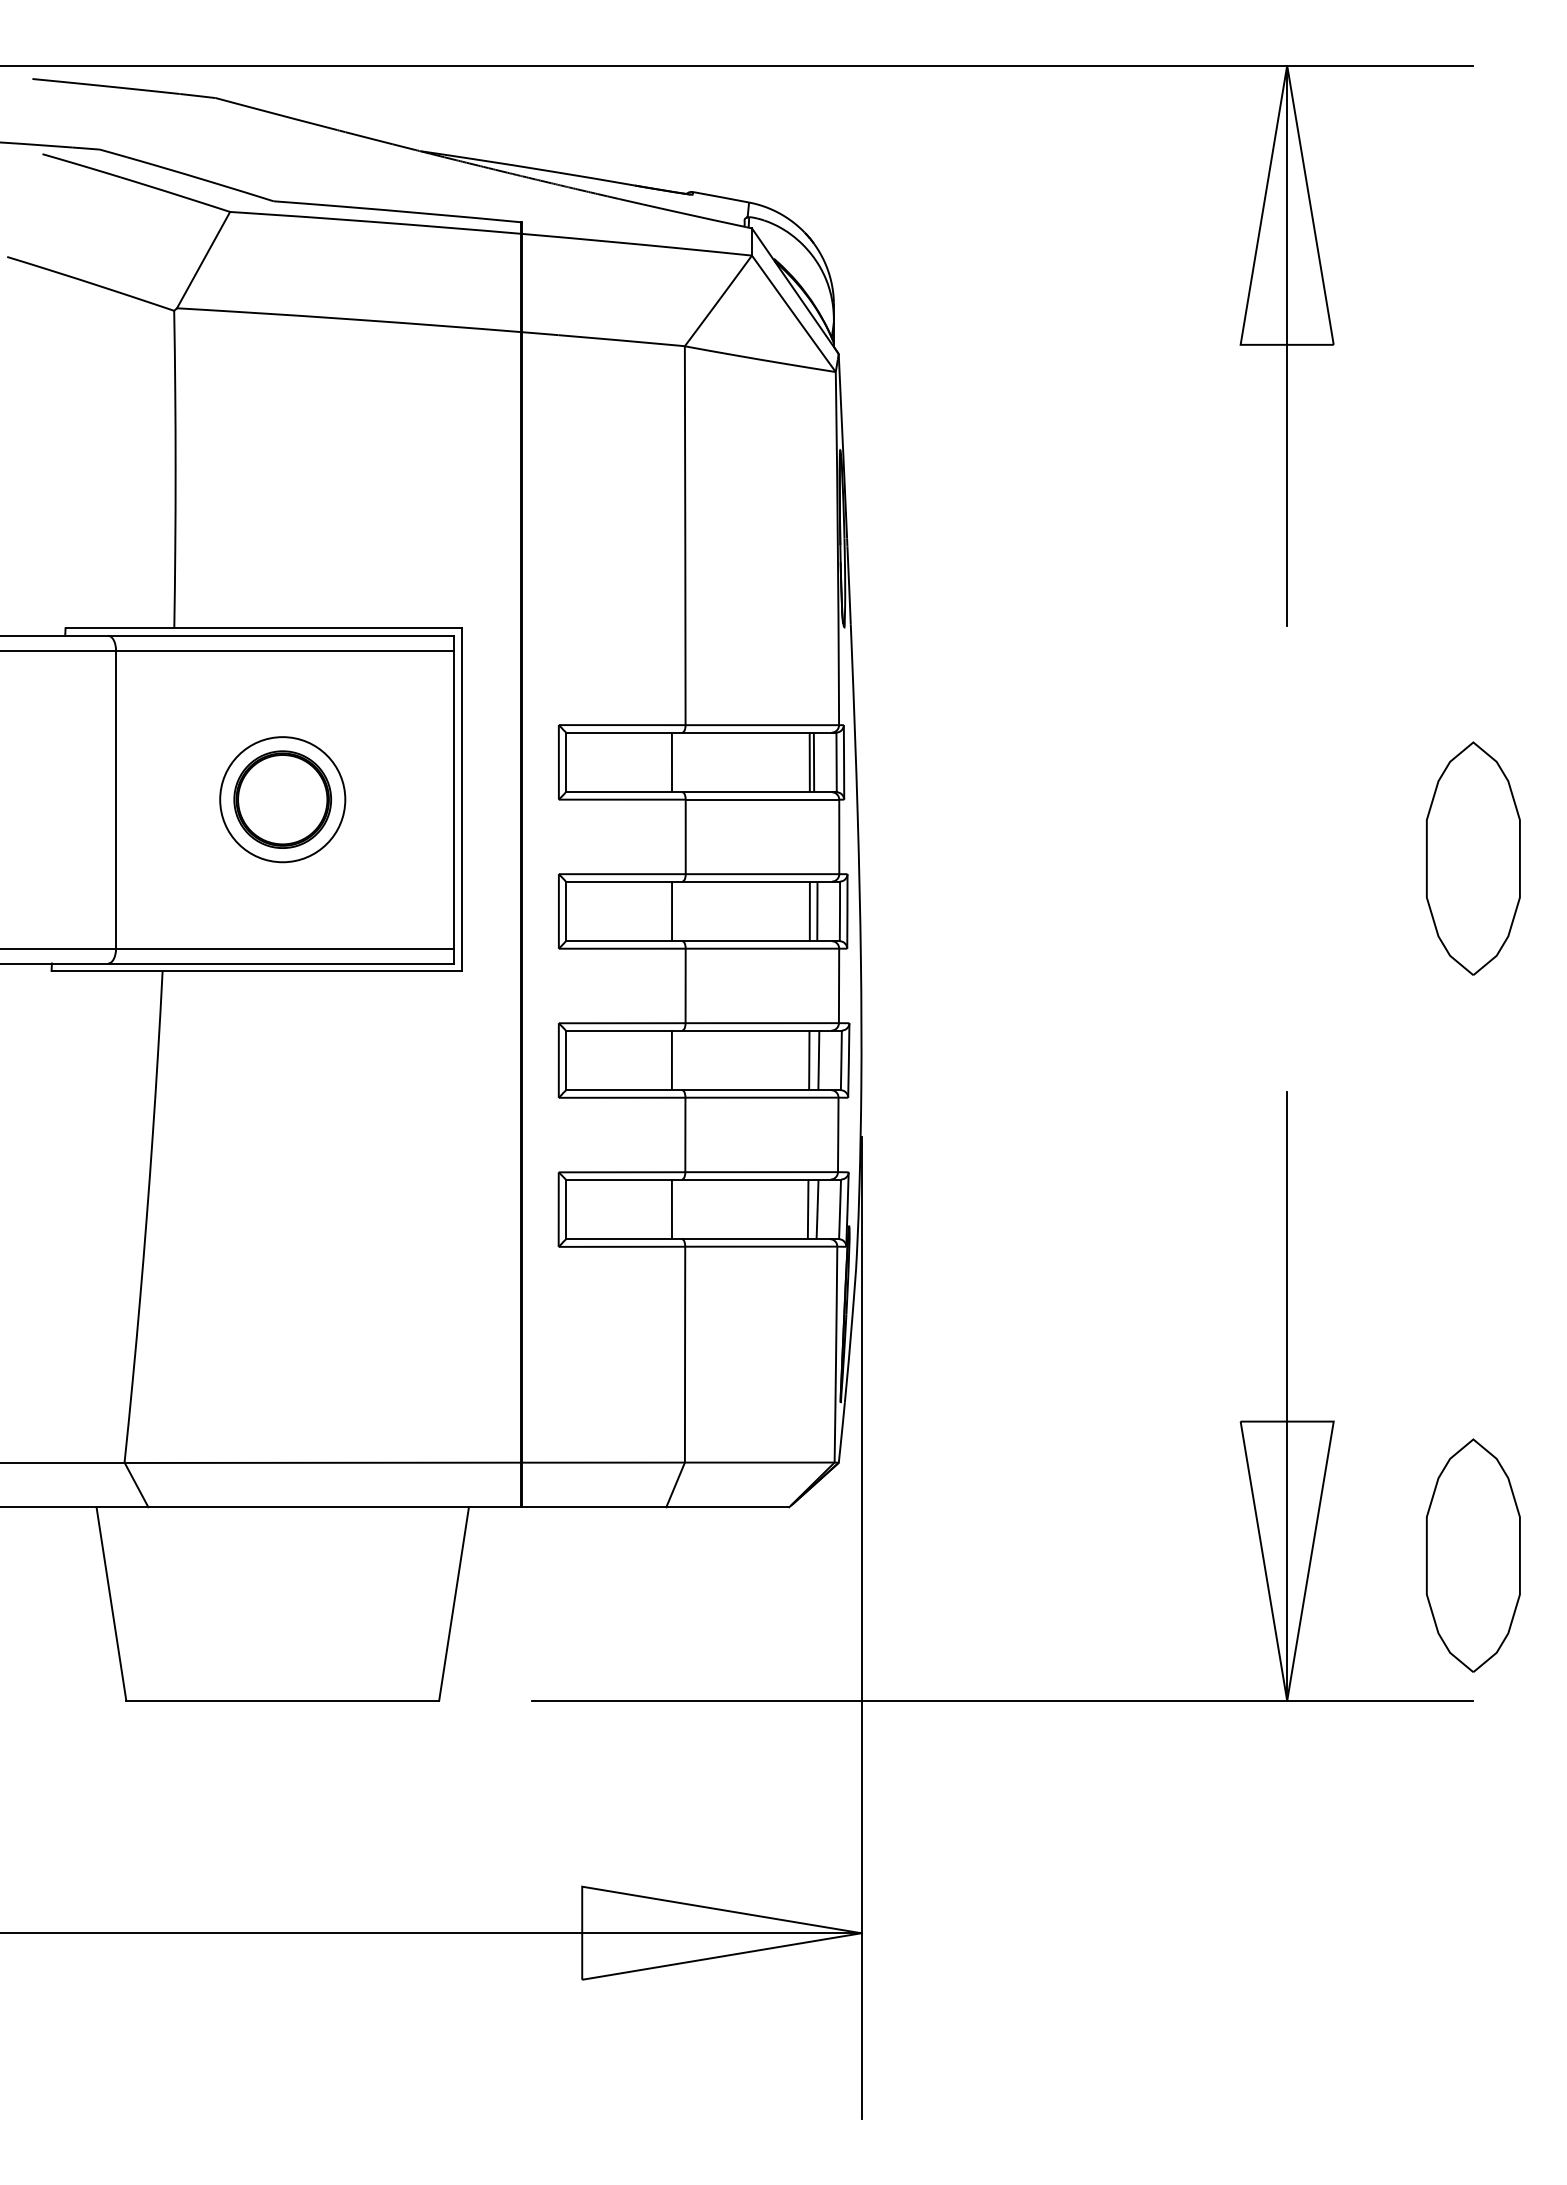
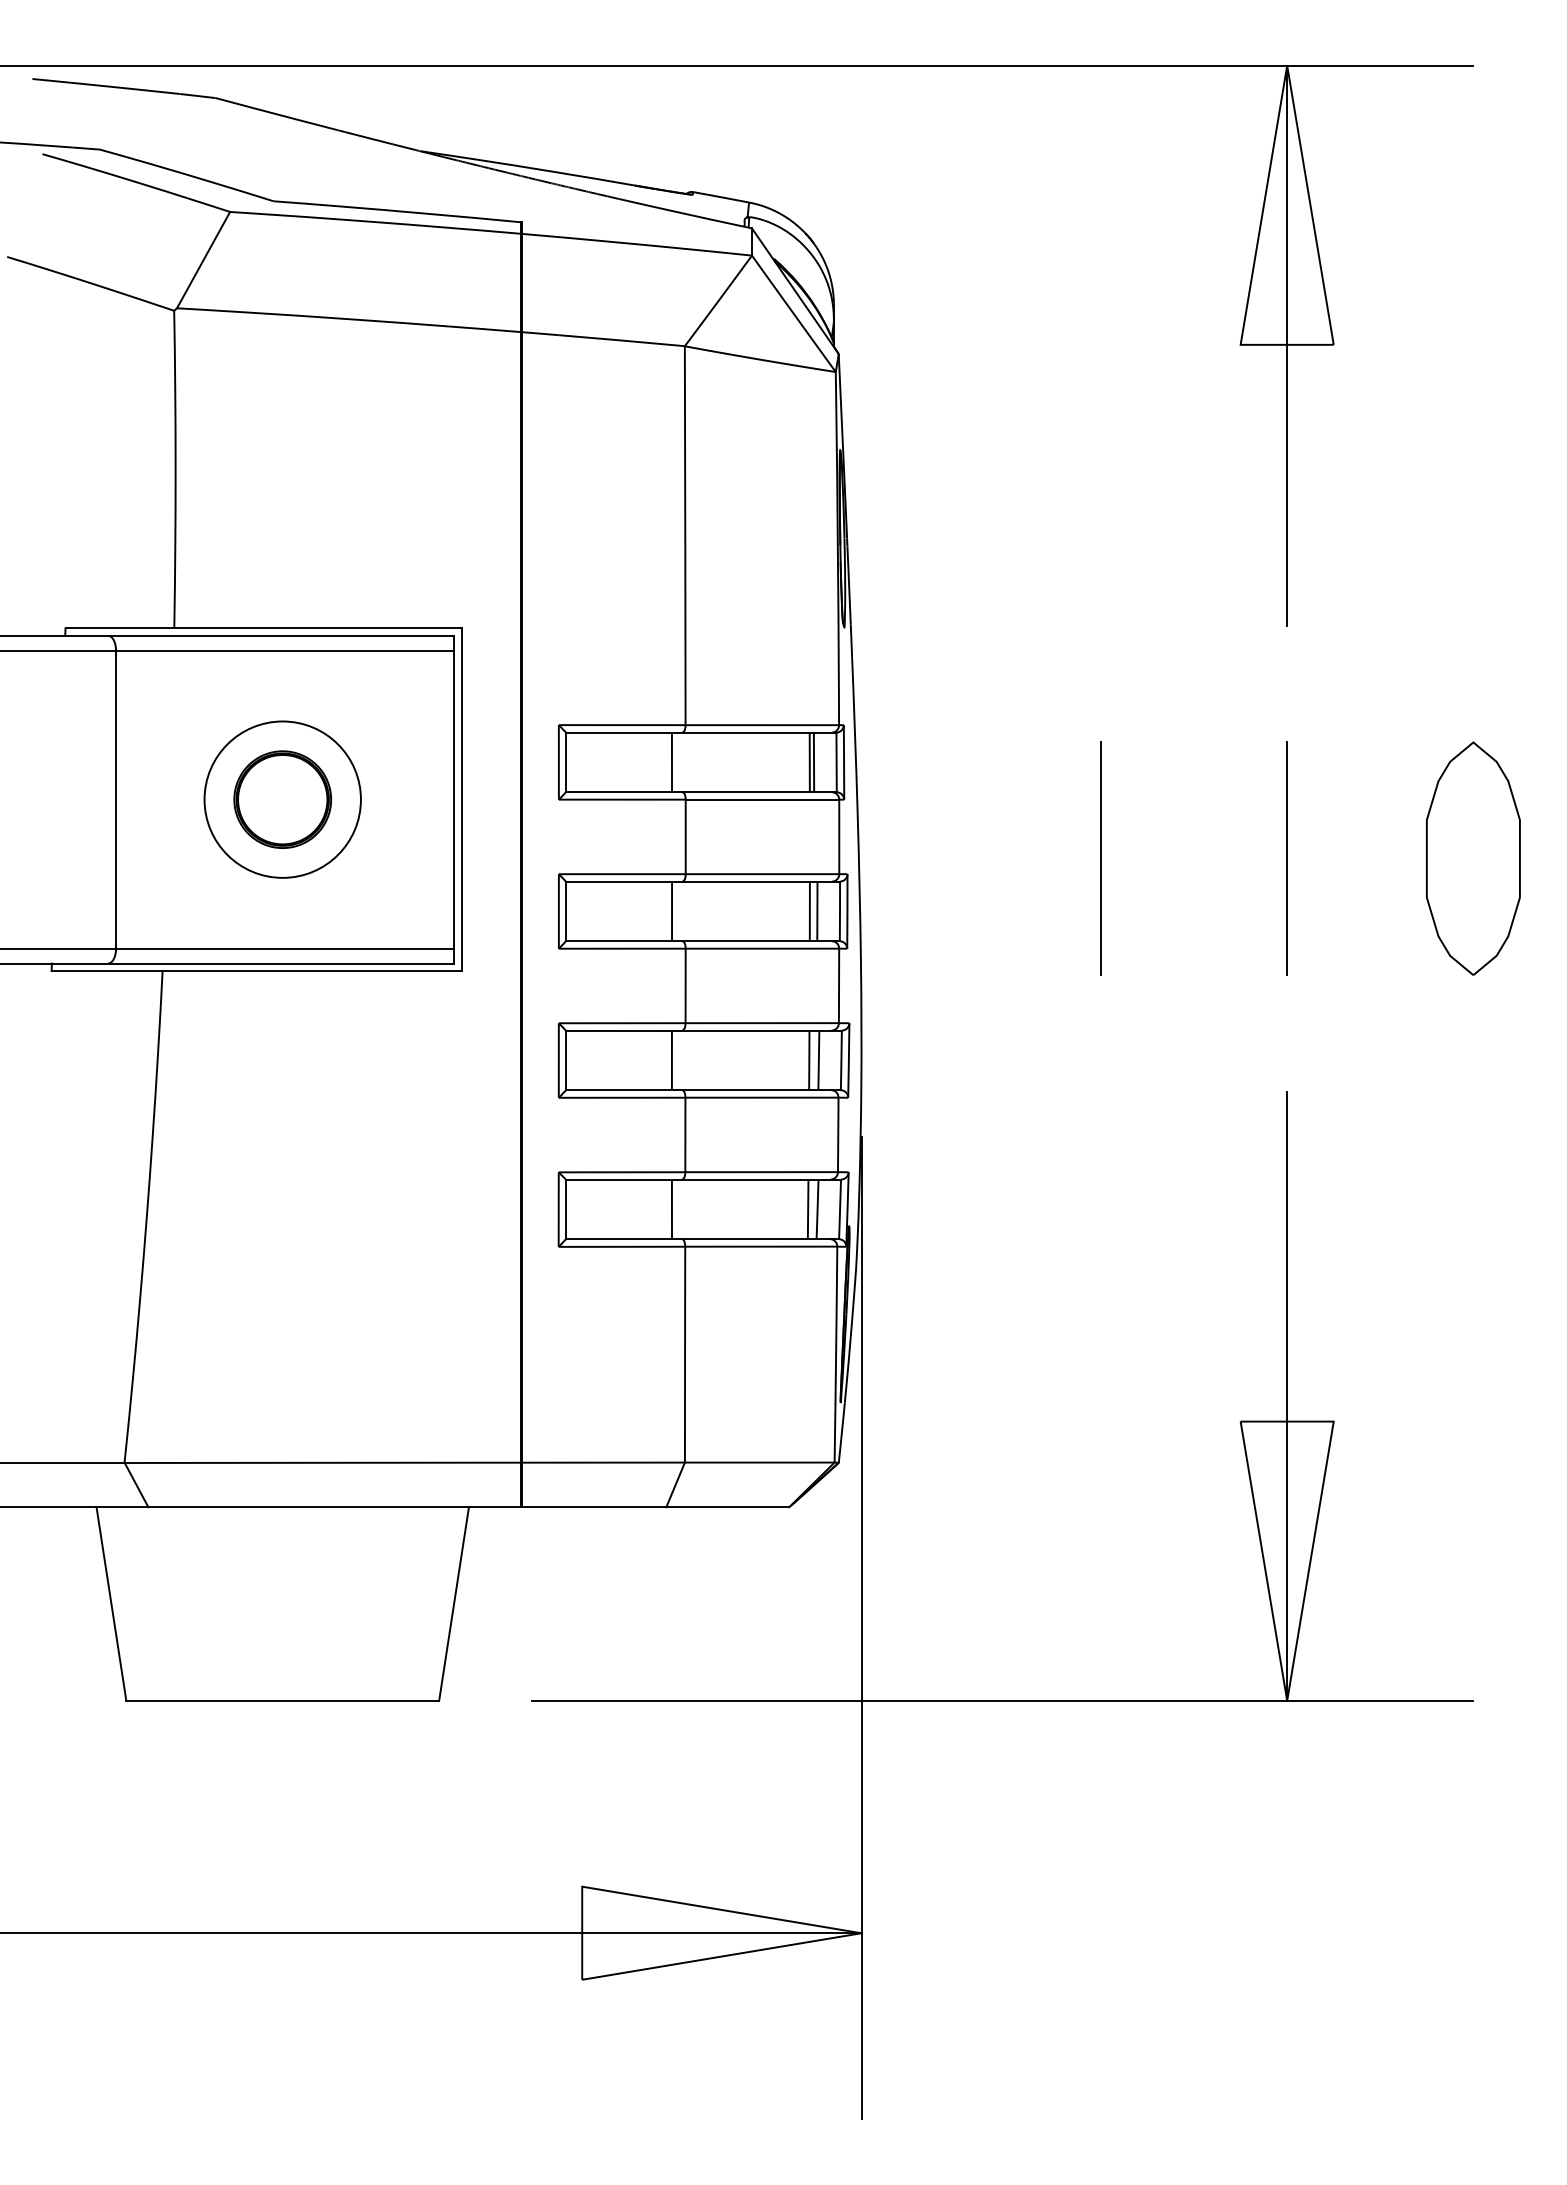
circle at (282, 799) diameter: 125 px -> 156 px
line at (1100, 858): none -> present
line at (1287, 858): none -> present
part at (1473, 1555): present -> none
